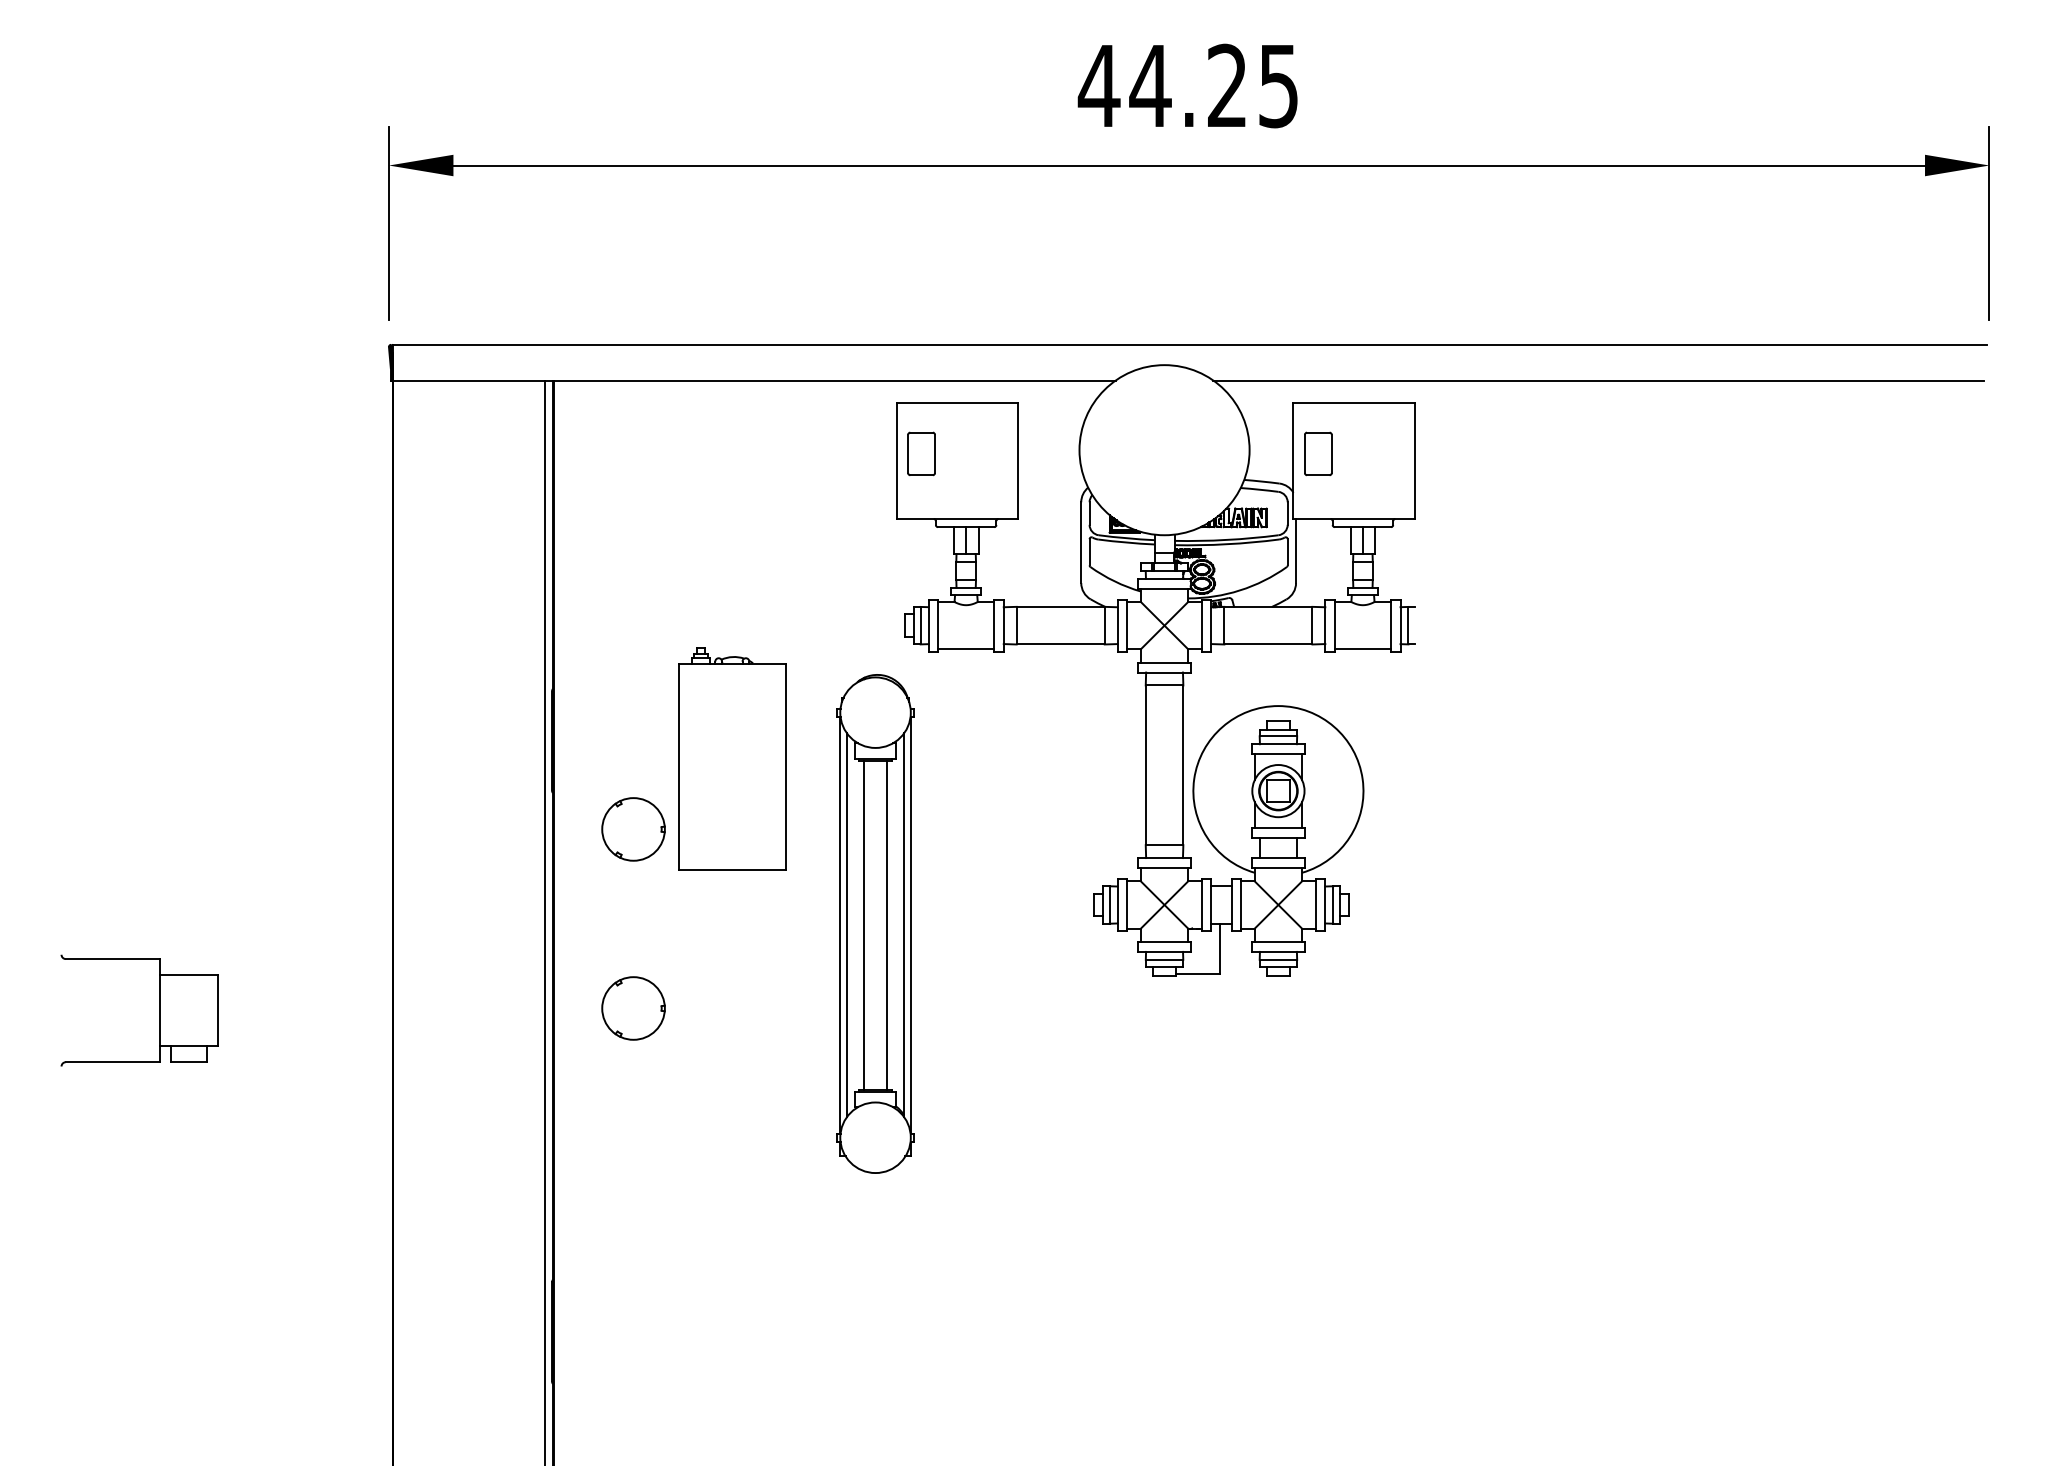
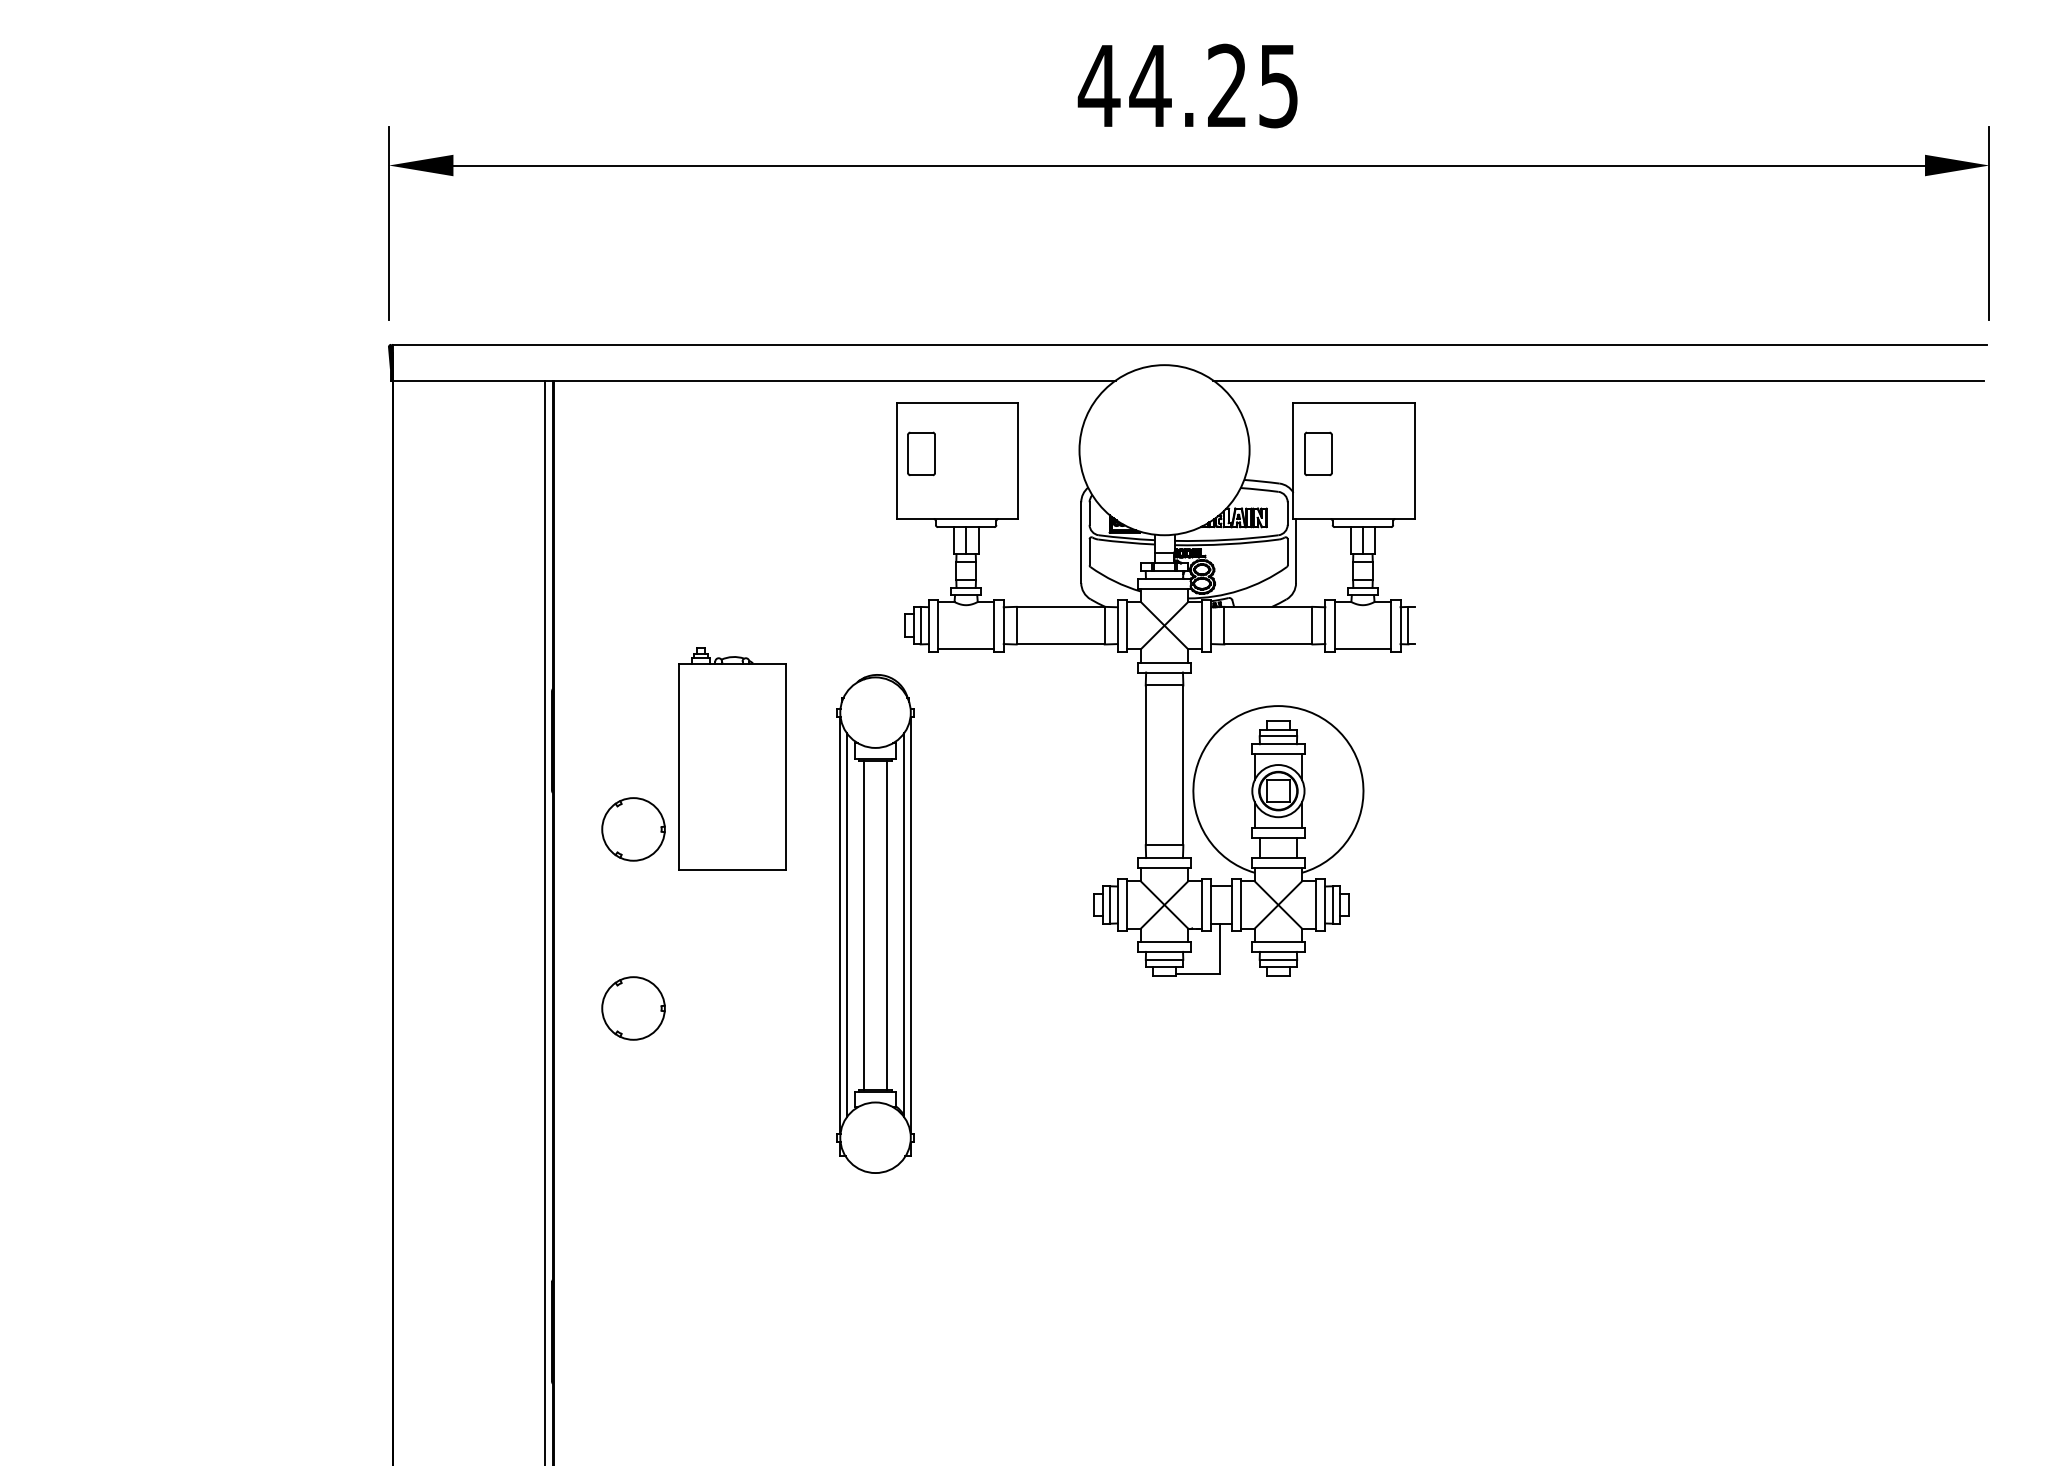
part at (159, 1010): present -> none
